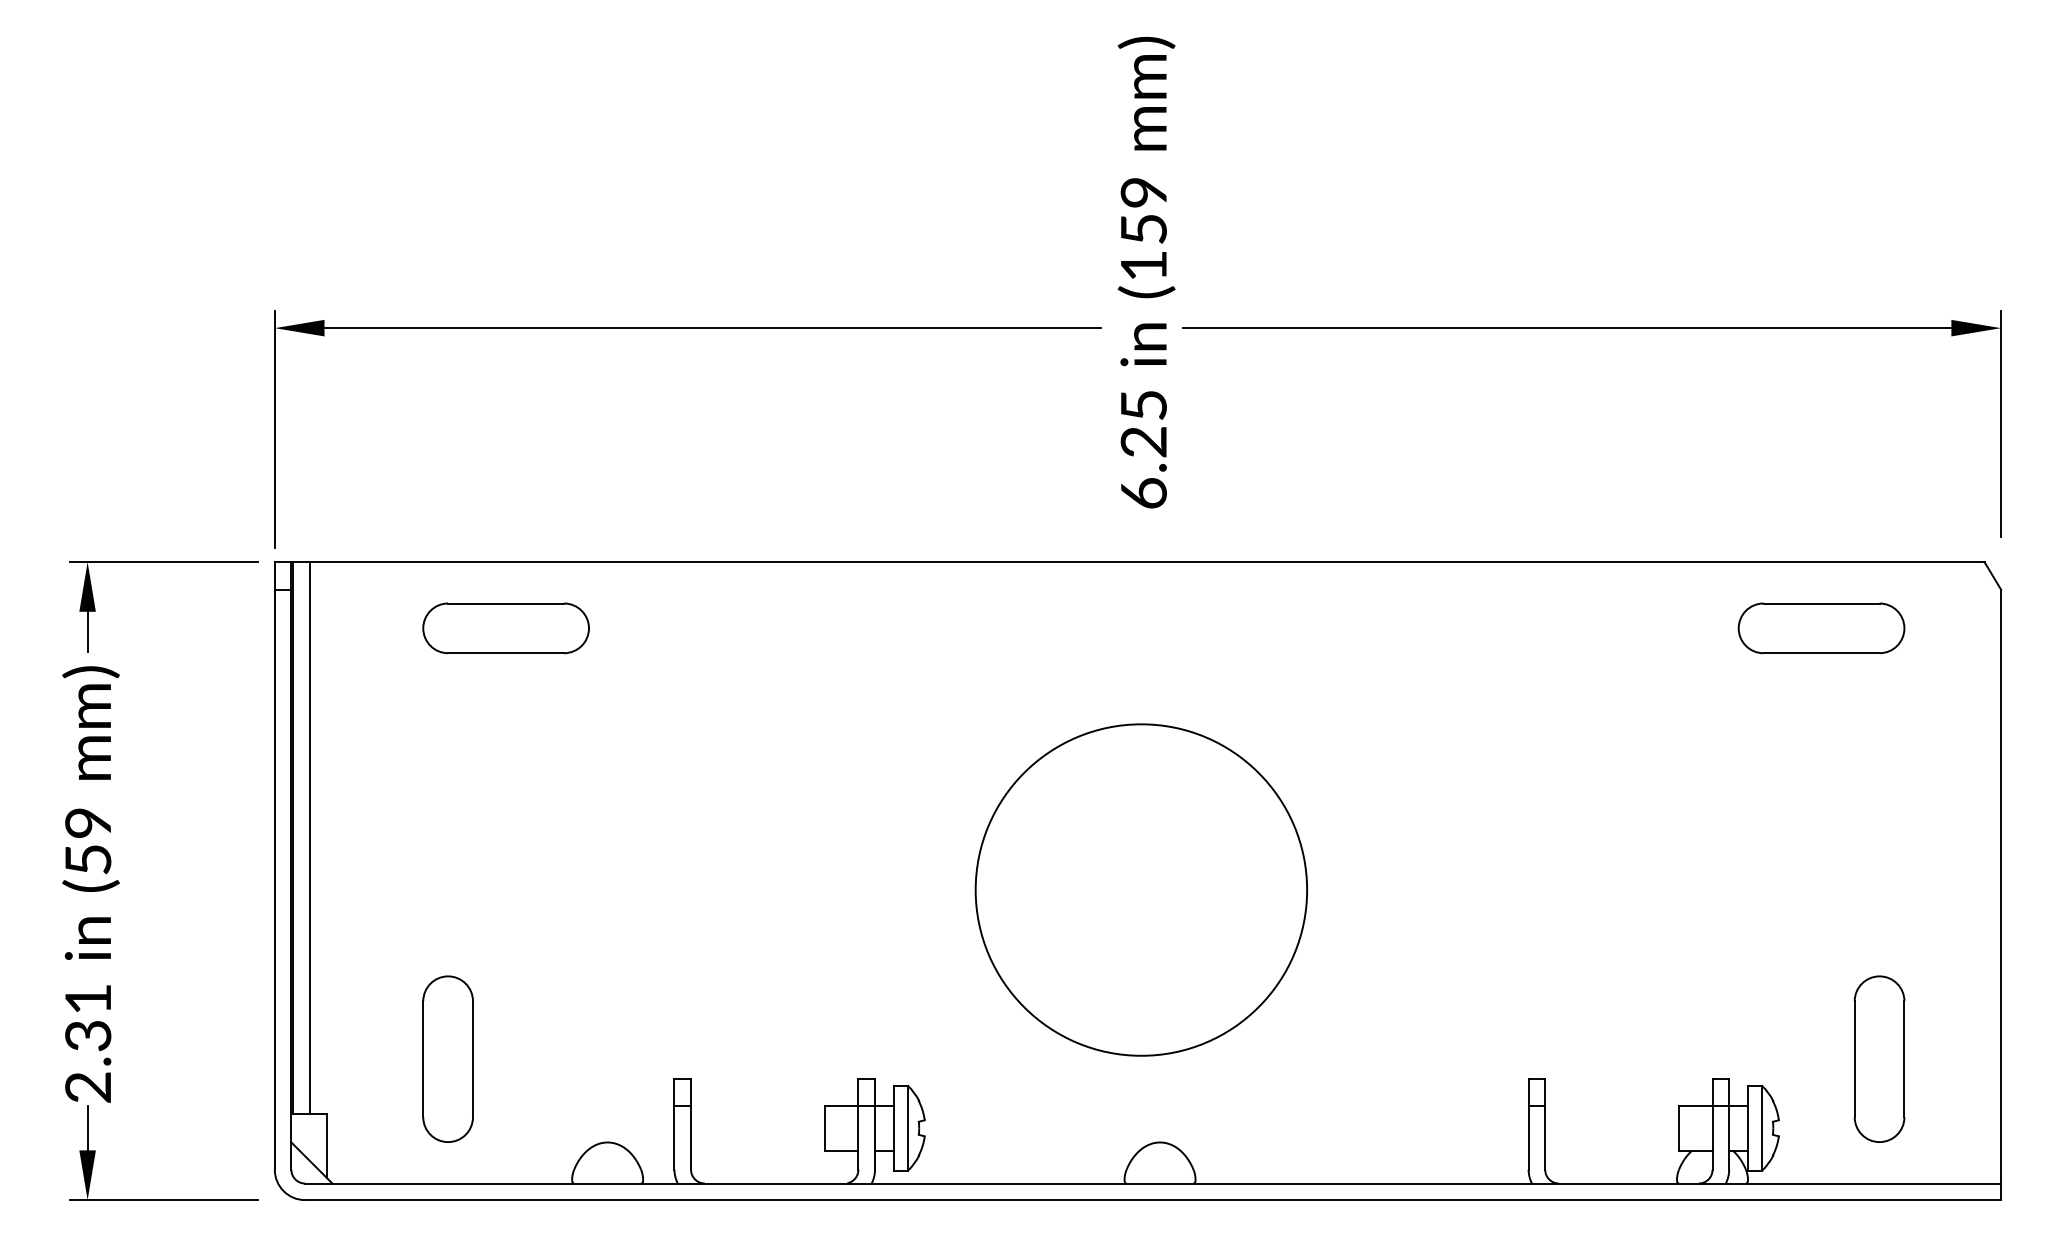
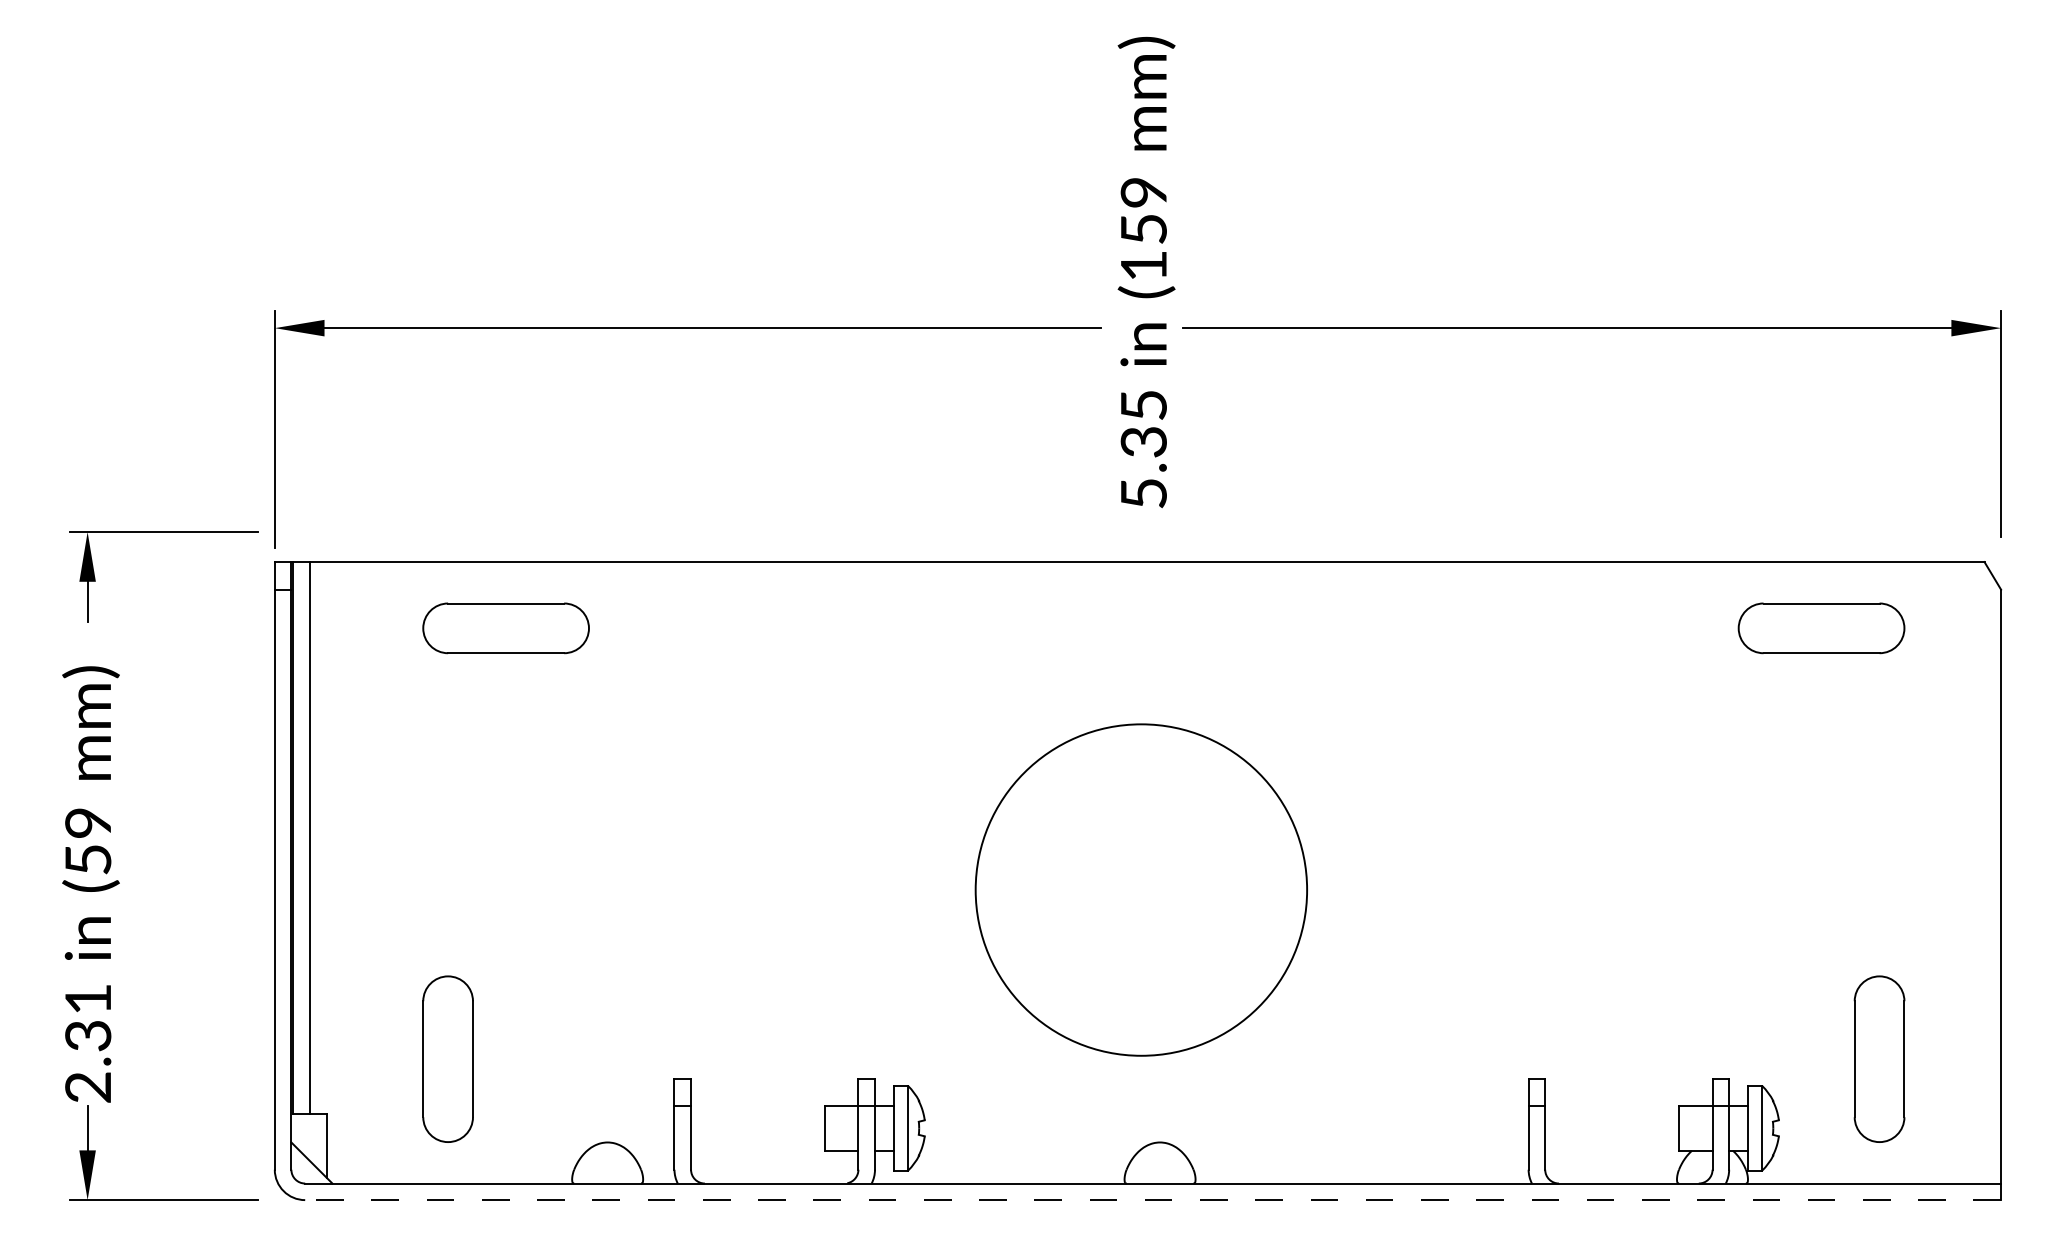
text at (1143, 467): 6.25 -> 5.35
part at (163, 562) position: (163, 562) -> (163, 532)
line at (1153, 1200): solid -> dashed
